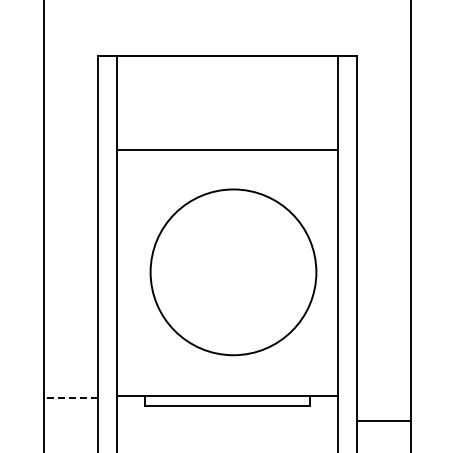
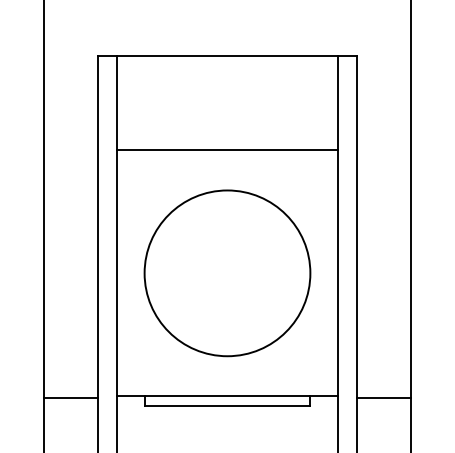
circle at (233, 272) position: (233, 272) -> (227, 273)
line at (70, 398): dashed -> solid
line at (384, 421) position: (384, 421) -> (384, 398)
